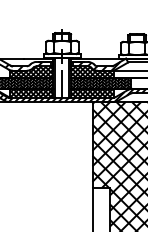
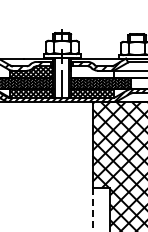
hatch at (91, 71): present -> none
line at (92, 209): solid -> dashed
